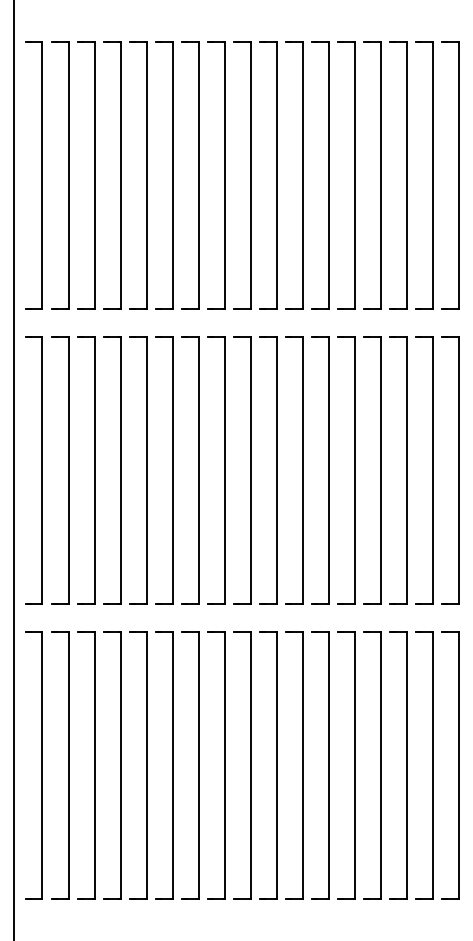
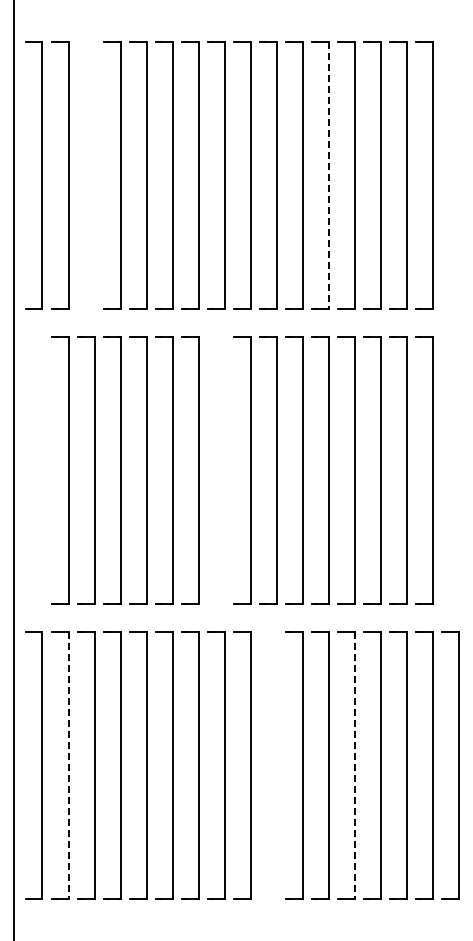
part at (94, 175): present -> none
line at (328, 175): solid -> dashed
part at (458, 175): present -> none
part at (41, 470): present -> none
part at (224, 470): present -> none
part at (458, 470): present -> none
line at (68, 765): solid -> dashed
part at (276, 765): present -> none
line at (354, 765): solid -> dashed
